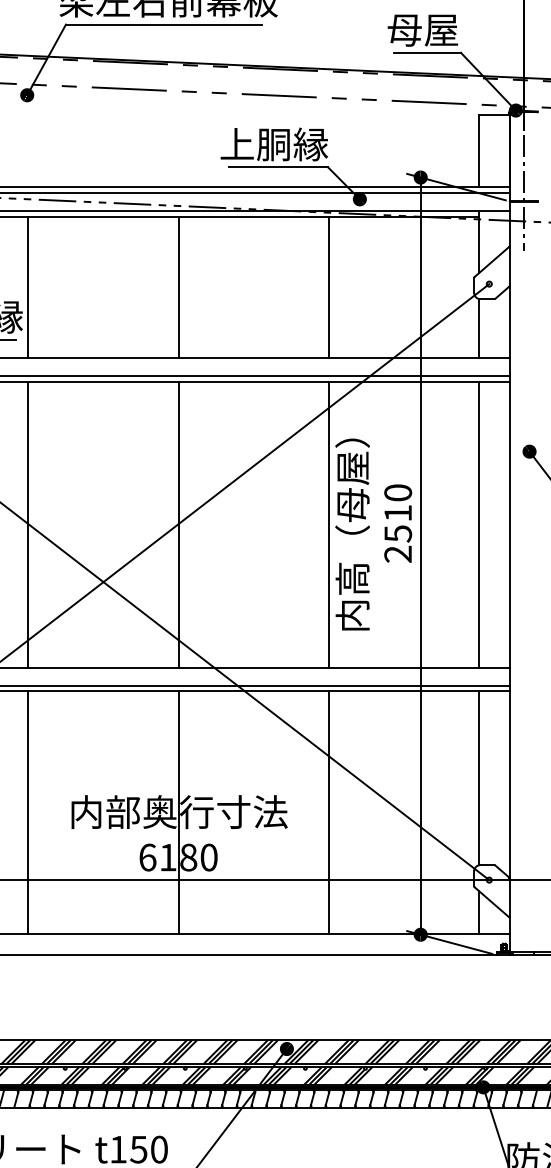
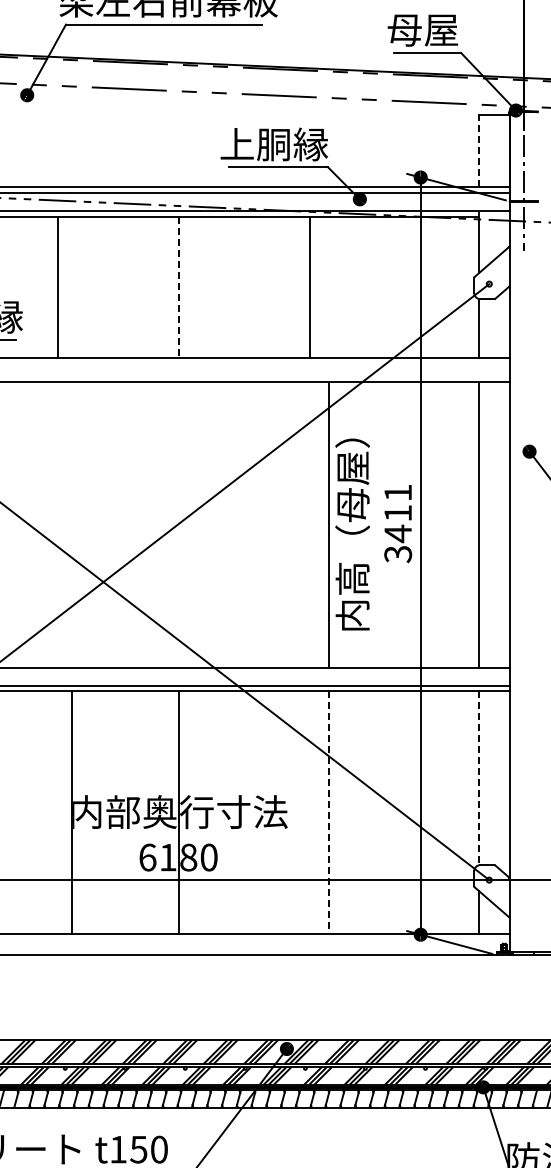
line at (478, 150): solid -> dashed
line at (28, 286) position: (28, 286) -> (58, 286)
line at (328, 286) position: (328, 286) -> (309, 286)
line at (178, 287): solid -> dashed
line at (256, 375): present -> none
text at (398, 523): 2510 -> 3411
line at (28, 524): present -> none
line at (178, 524): present -> none
line at (478, 778): solid -> dashed
line at (28, 812) position: (28, 812) -> (72, 812)
line at (328, 812): solid -> dashed
